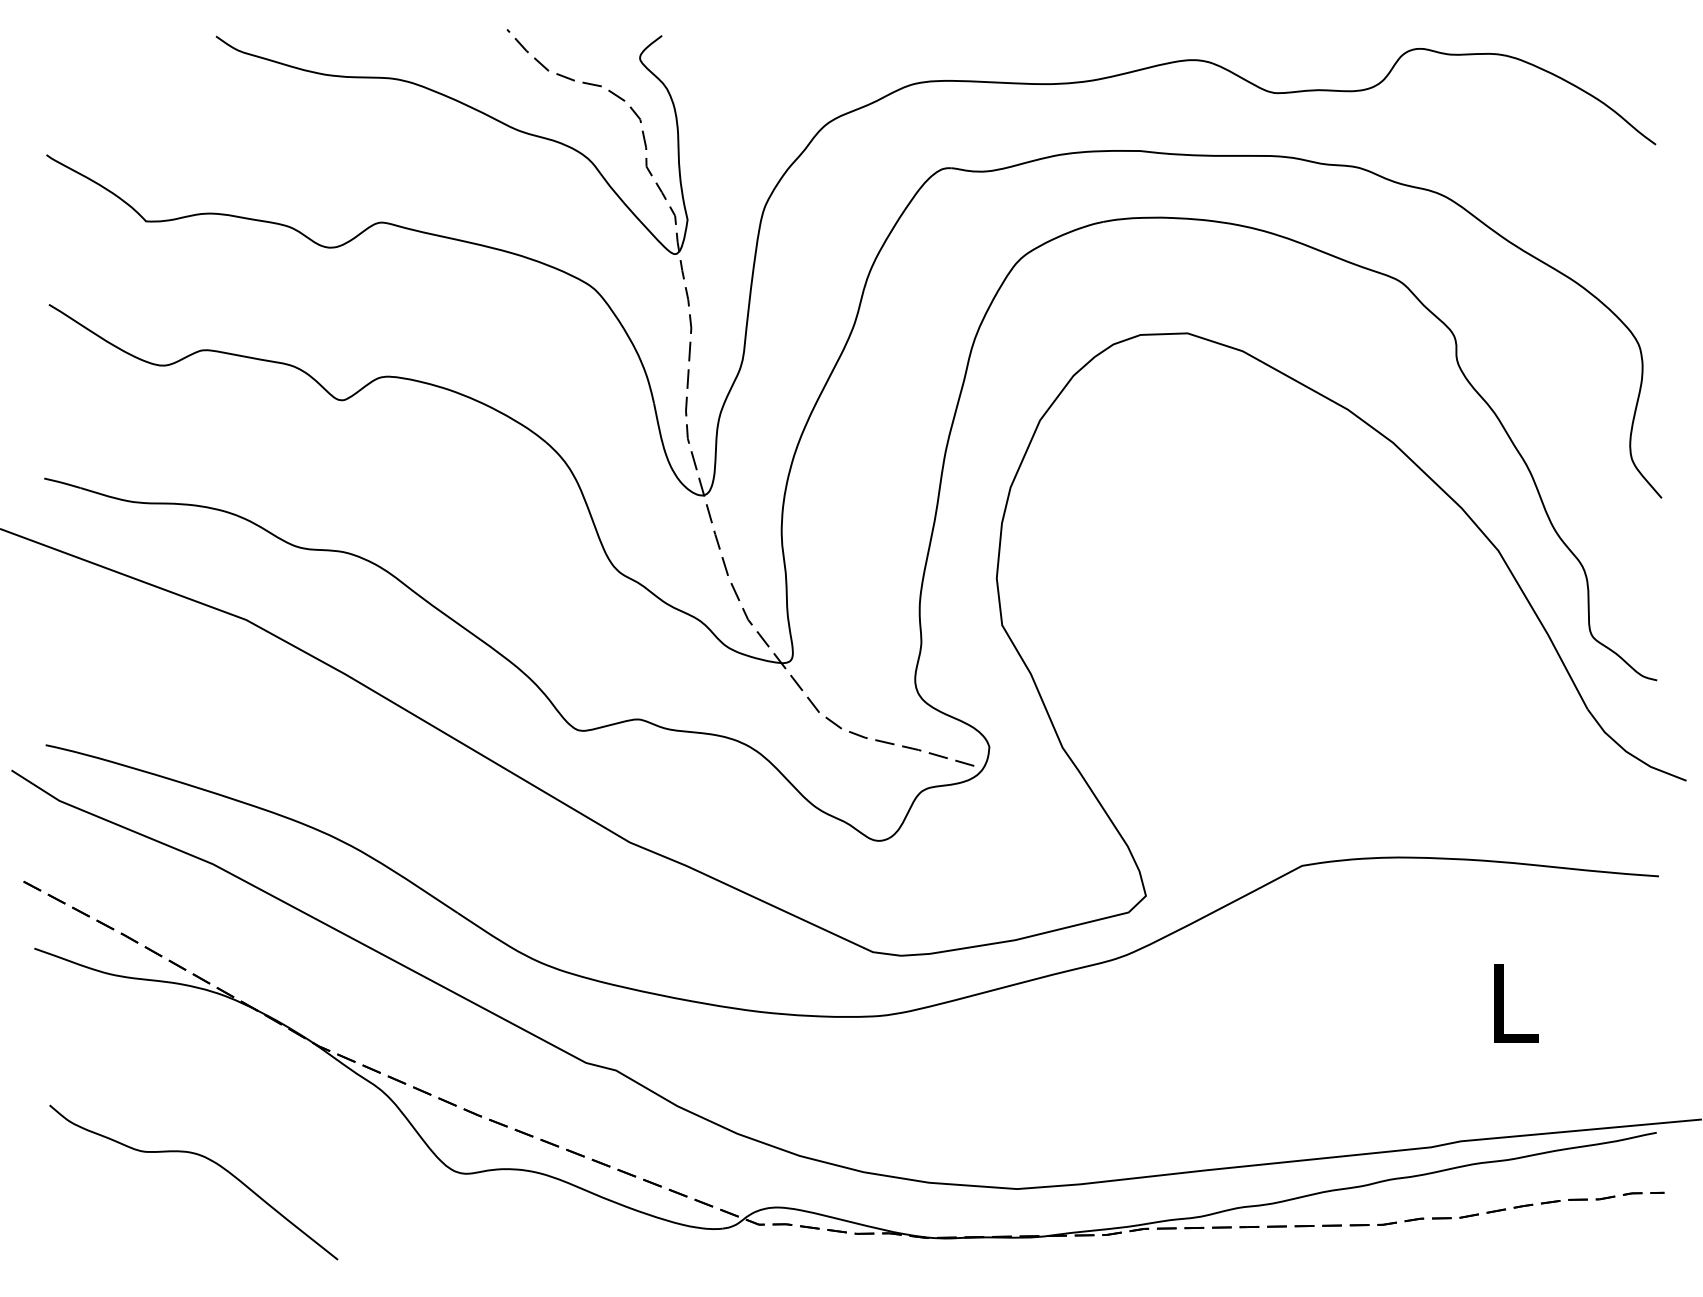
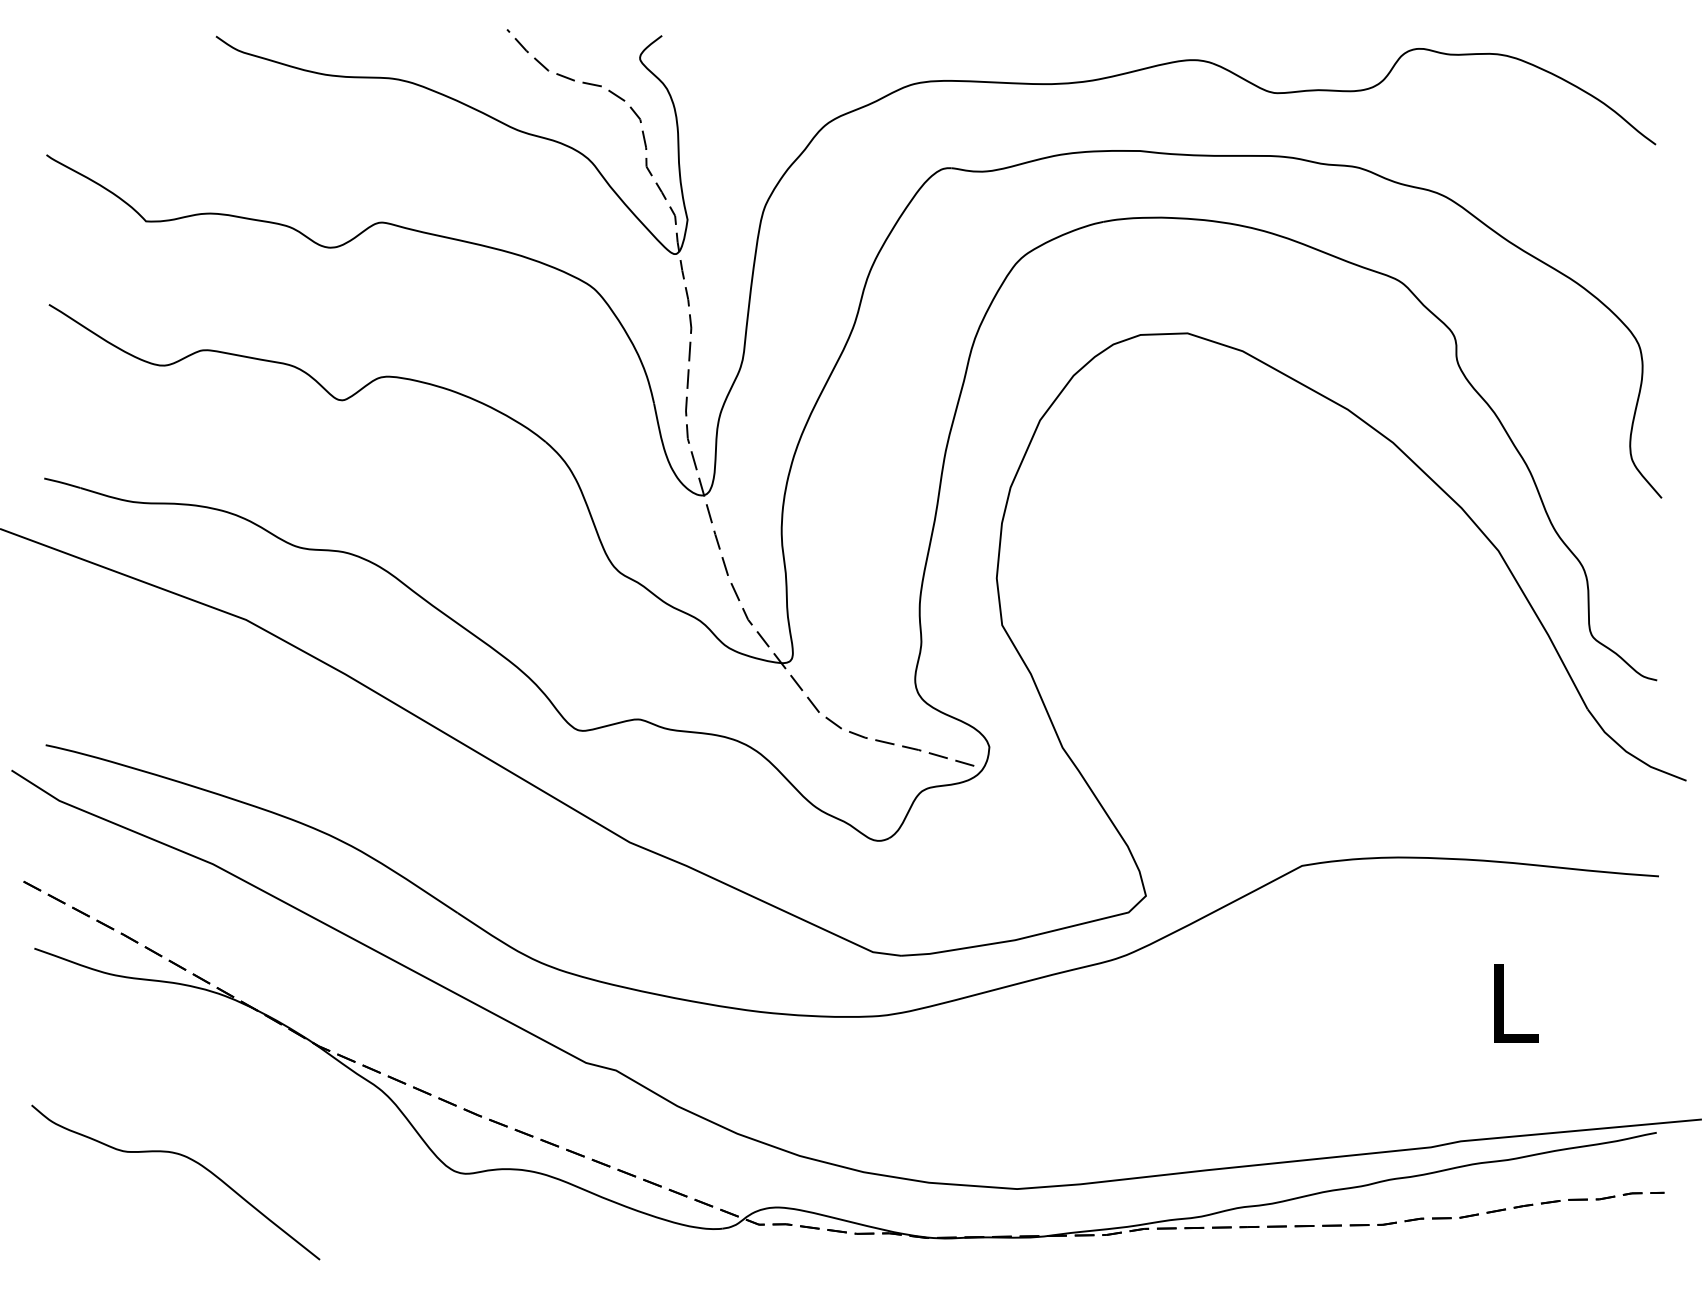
curve at (202, 1157) position: (202, 1157) -> (184, 1157)
